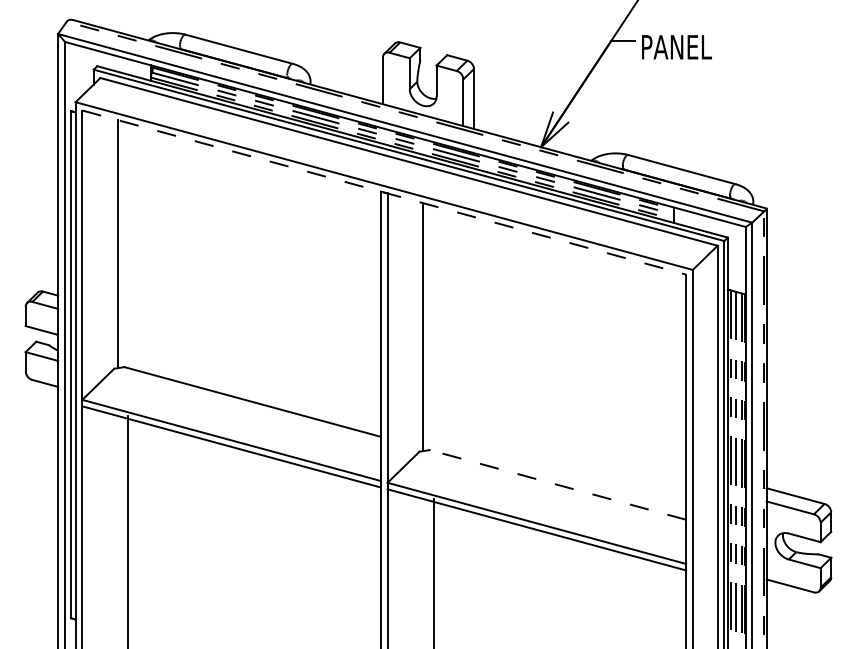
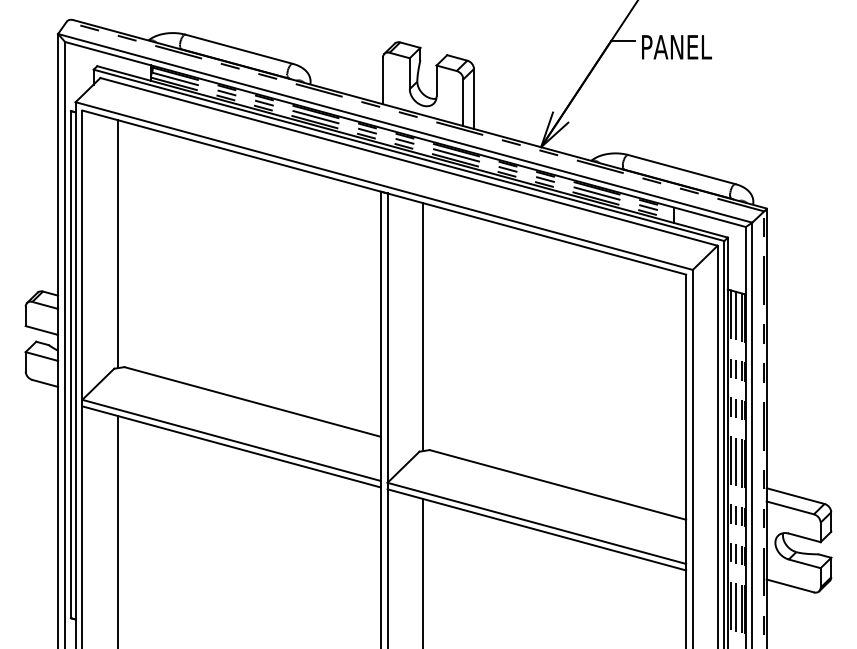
line at (384, 192): dashed -> solid
line at (557, 484): dashed -> solid
line at (127, 530) position: (127, 530) -> (117, 530)
line at (434, 571) position: (434, 571) -> (423, 571)
